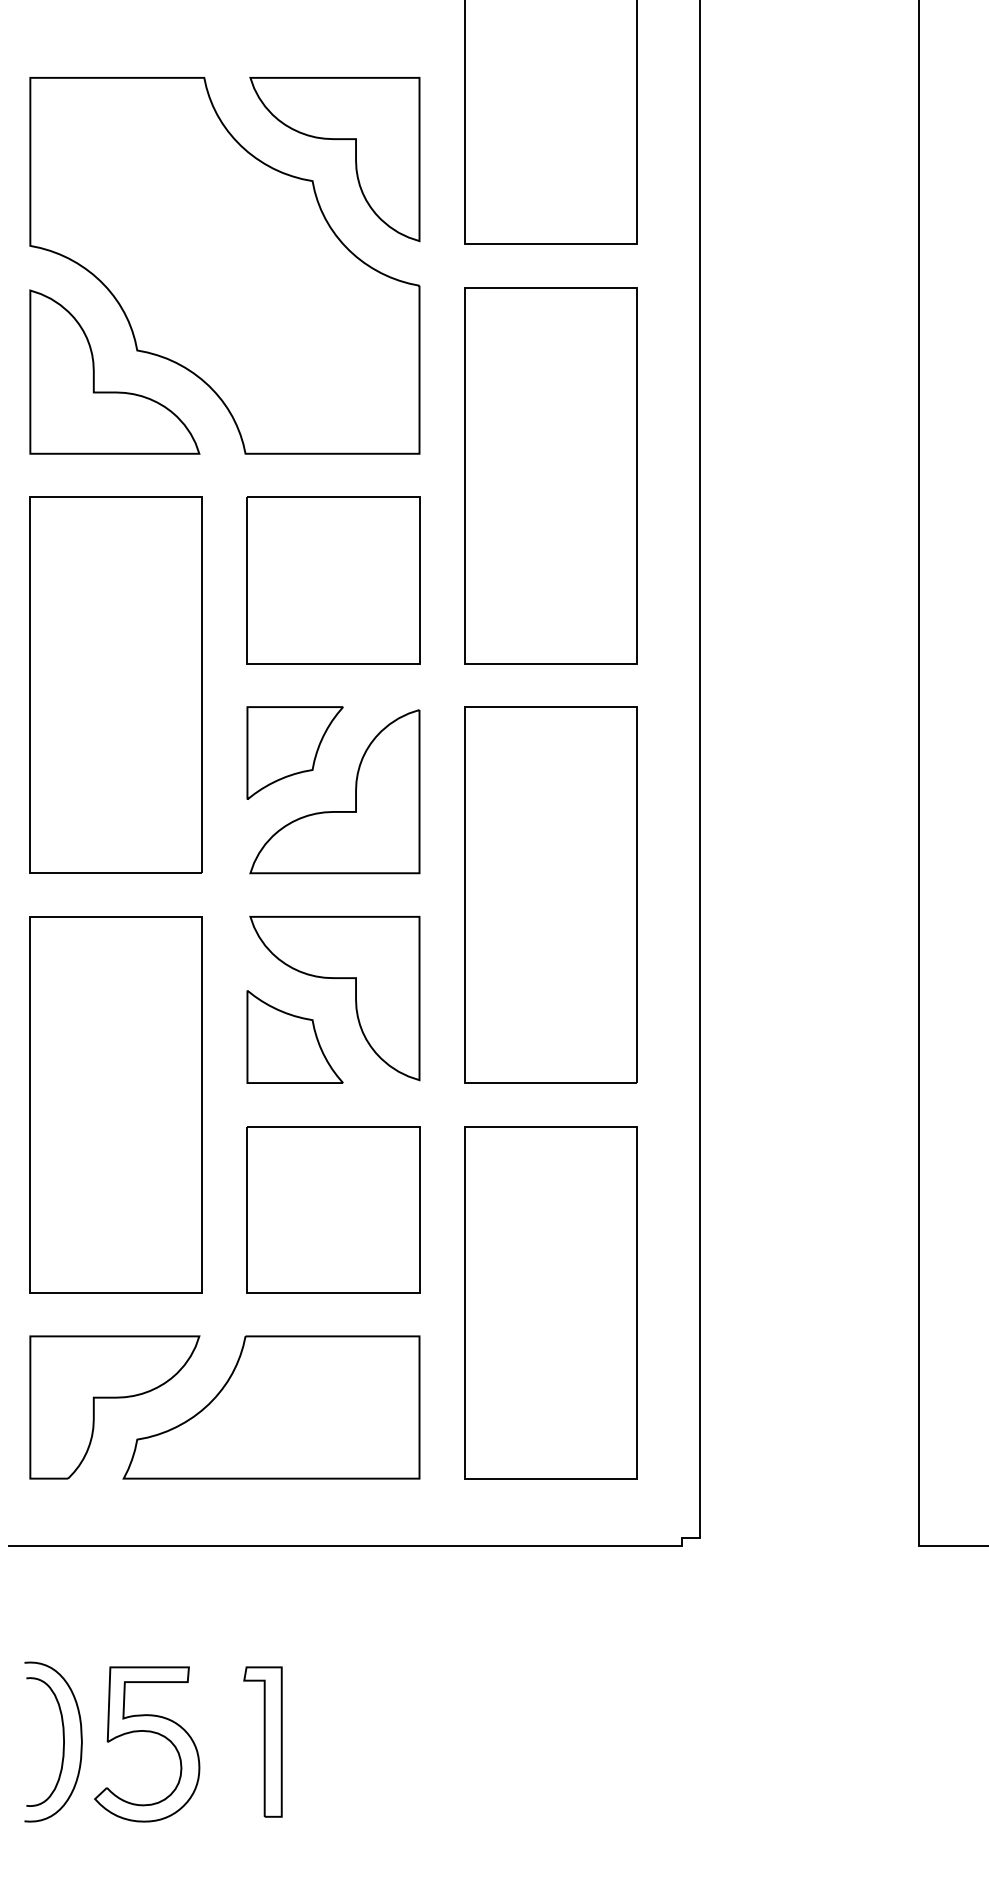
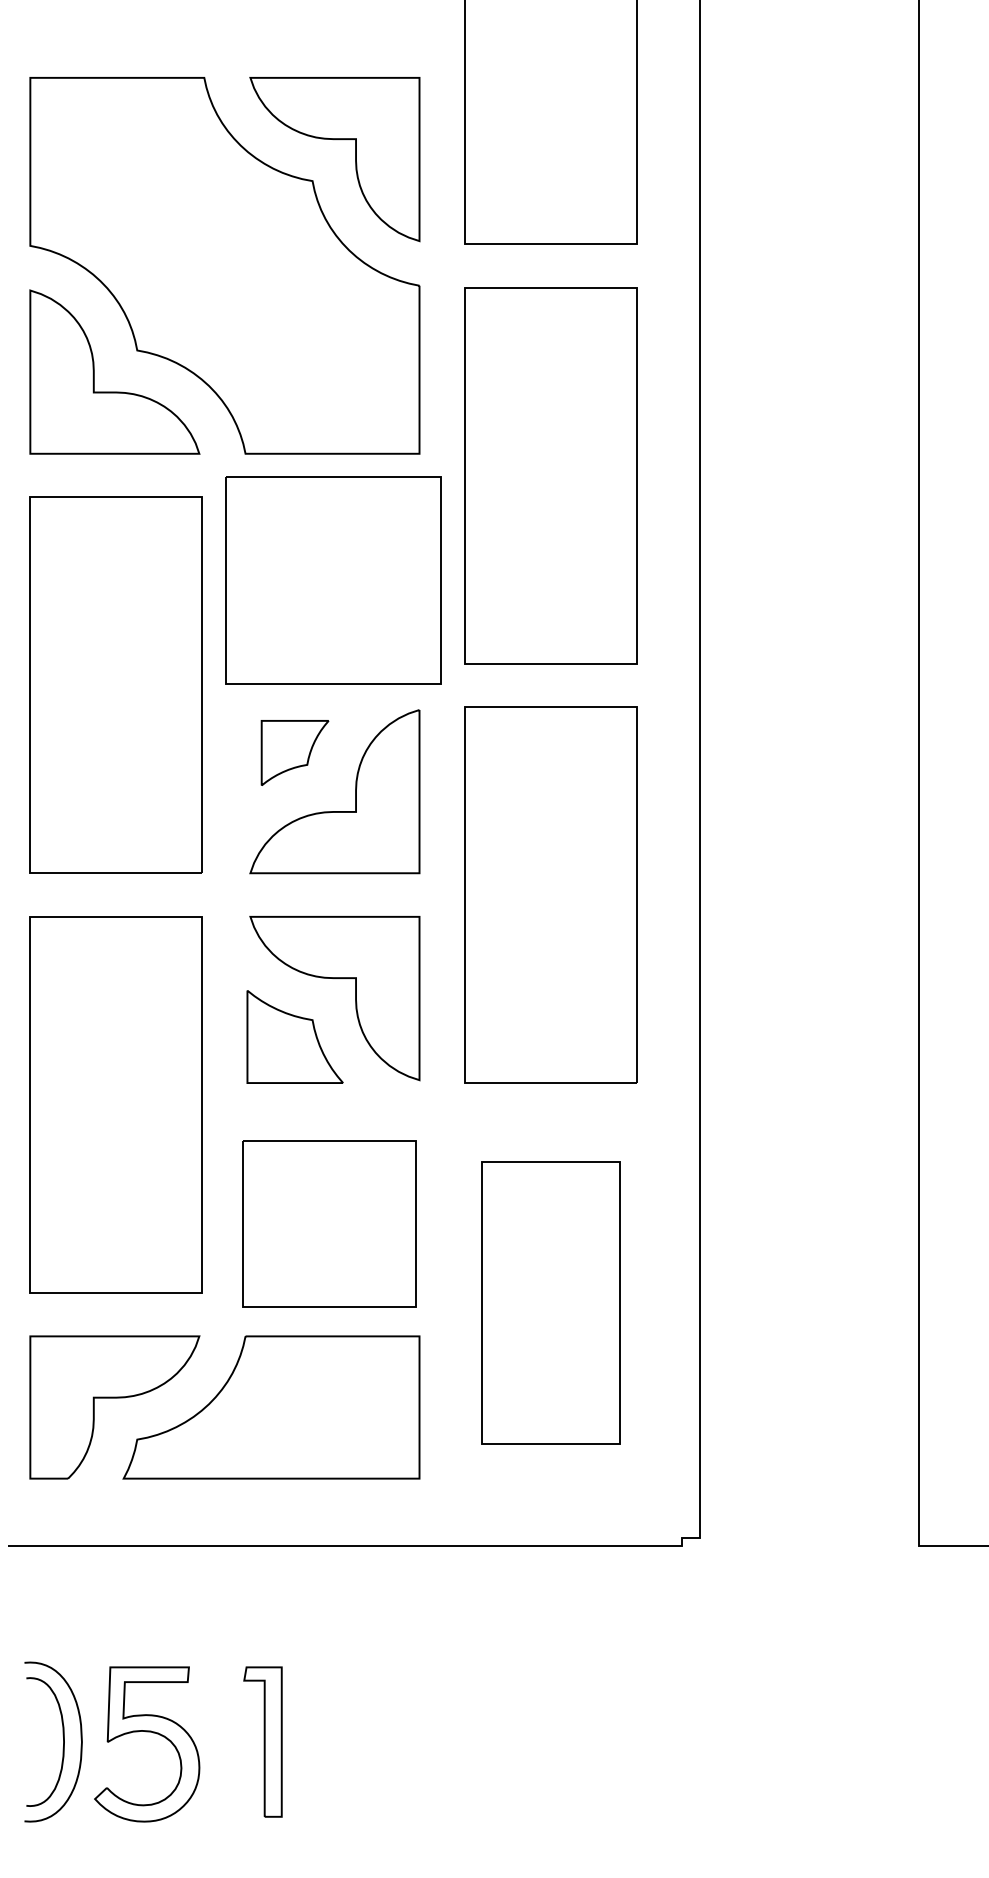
part at (333, 580) size: 175x169 px -> 217x209 px
part at (294, 752) size: 98x94 px -> 70x66 px
part at (333, 1209) position: (333, 1209) -> (329, 1223)
part at (550, 1302) size: 174x354 px -> 140x284 px
